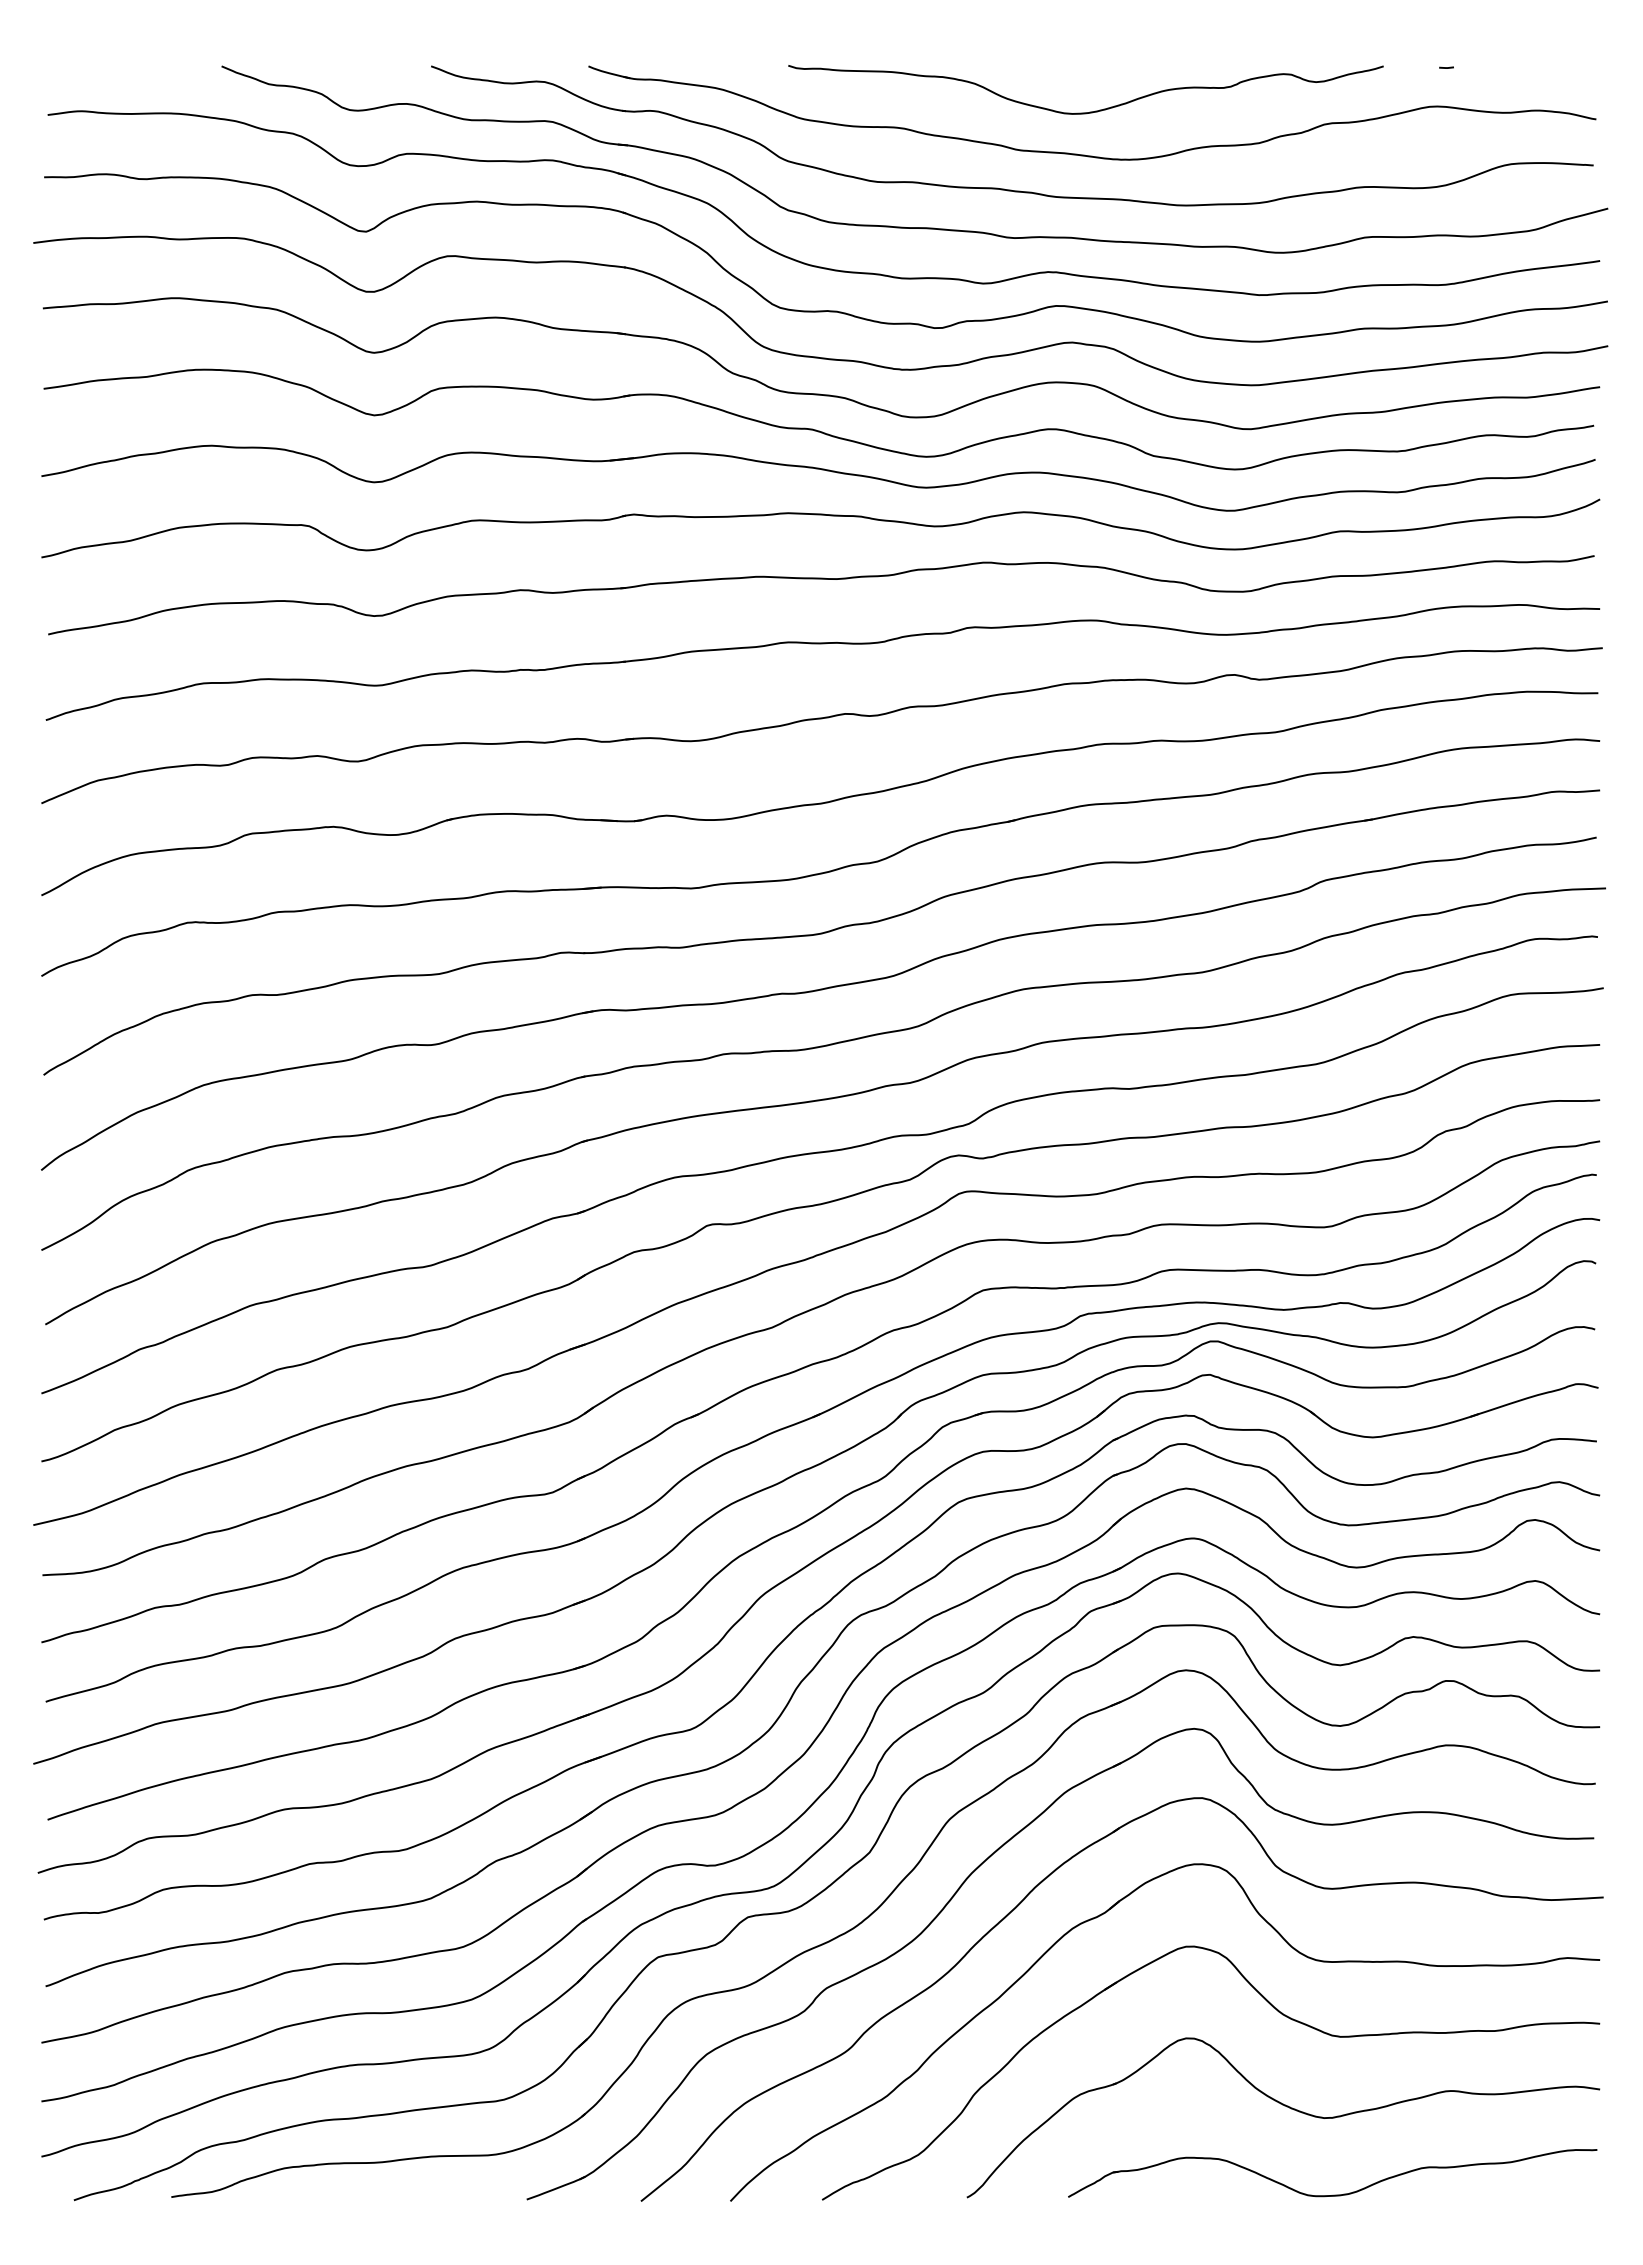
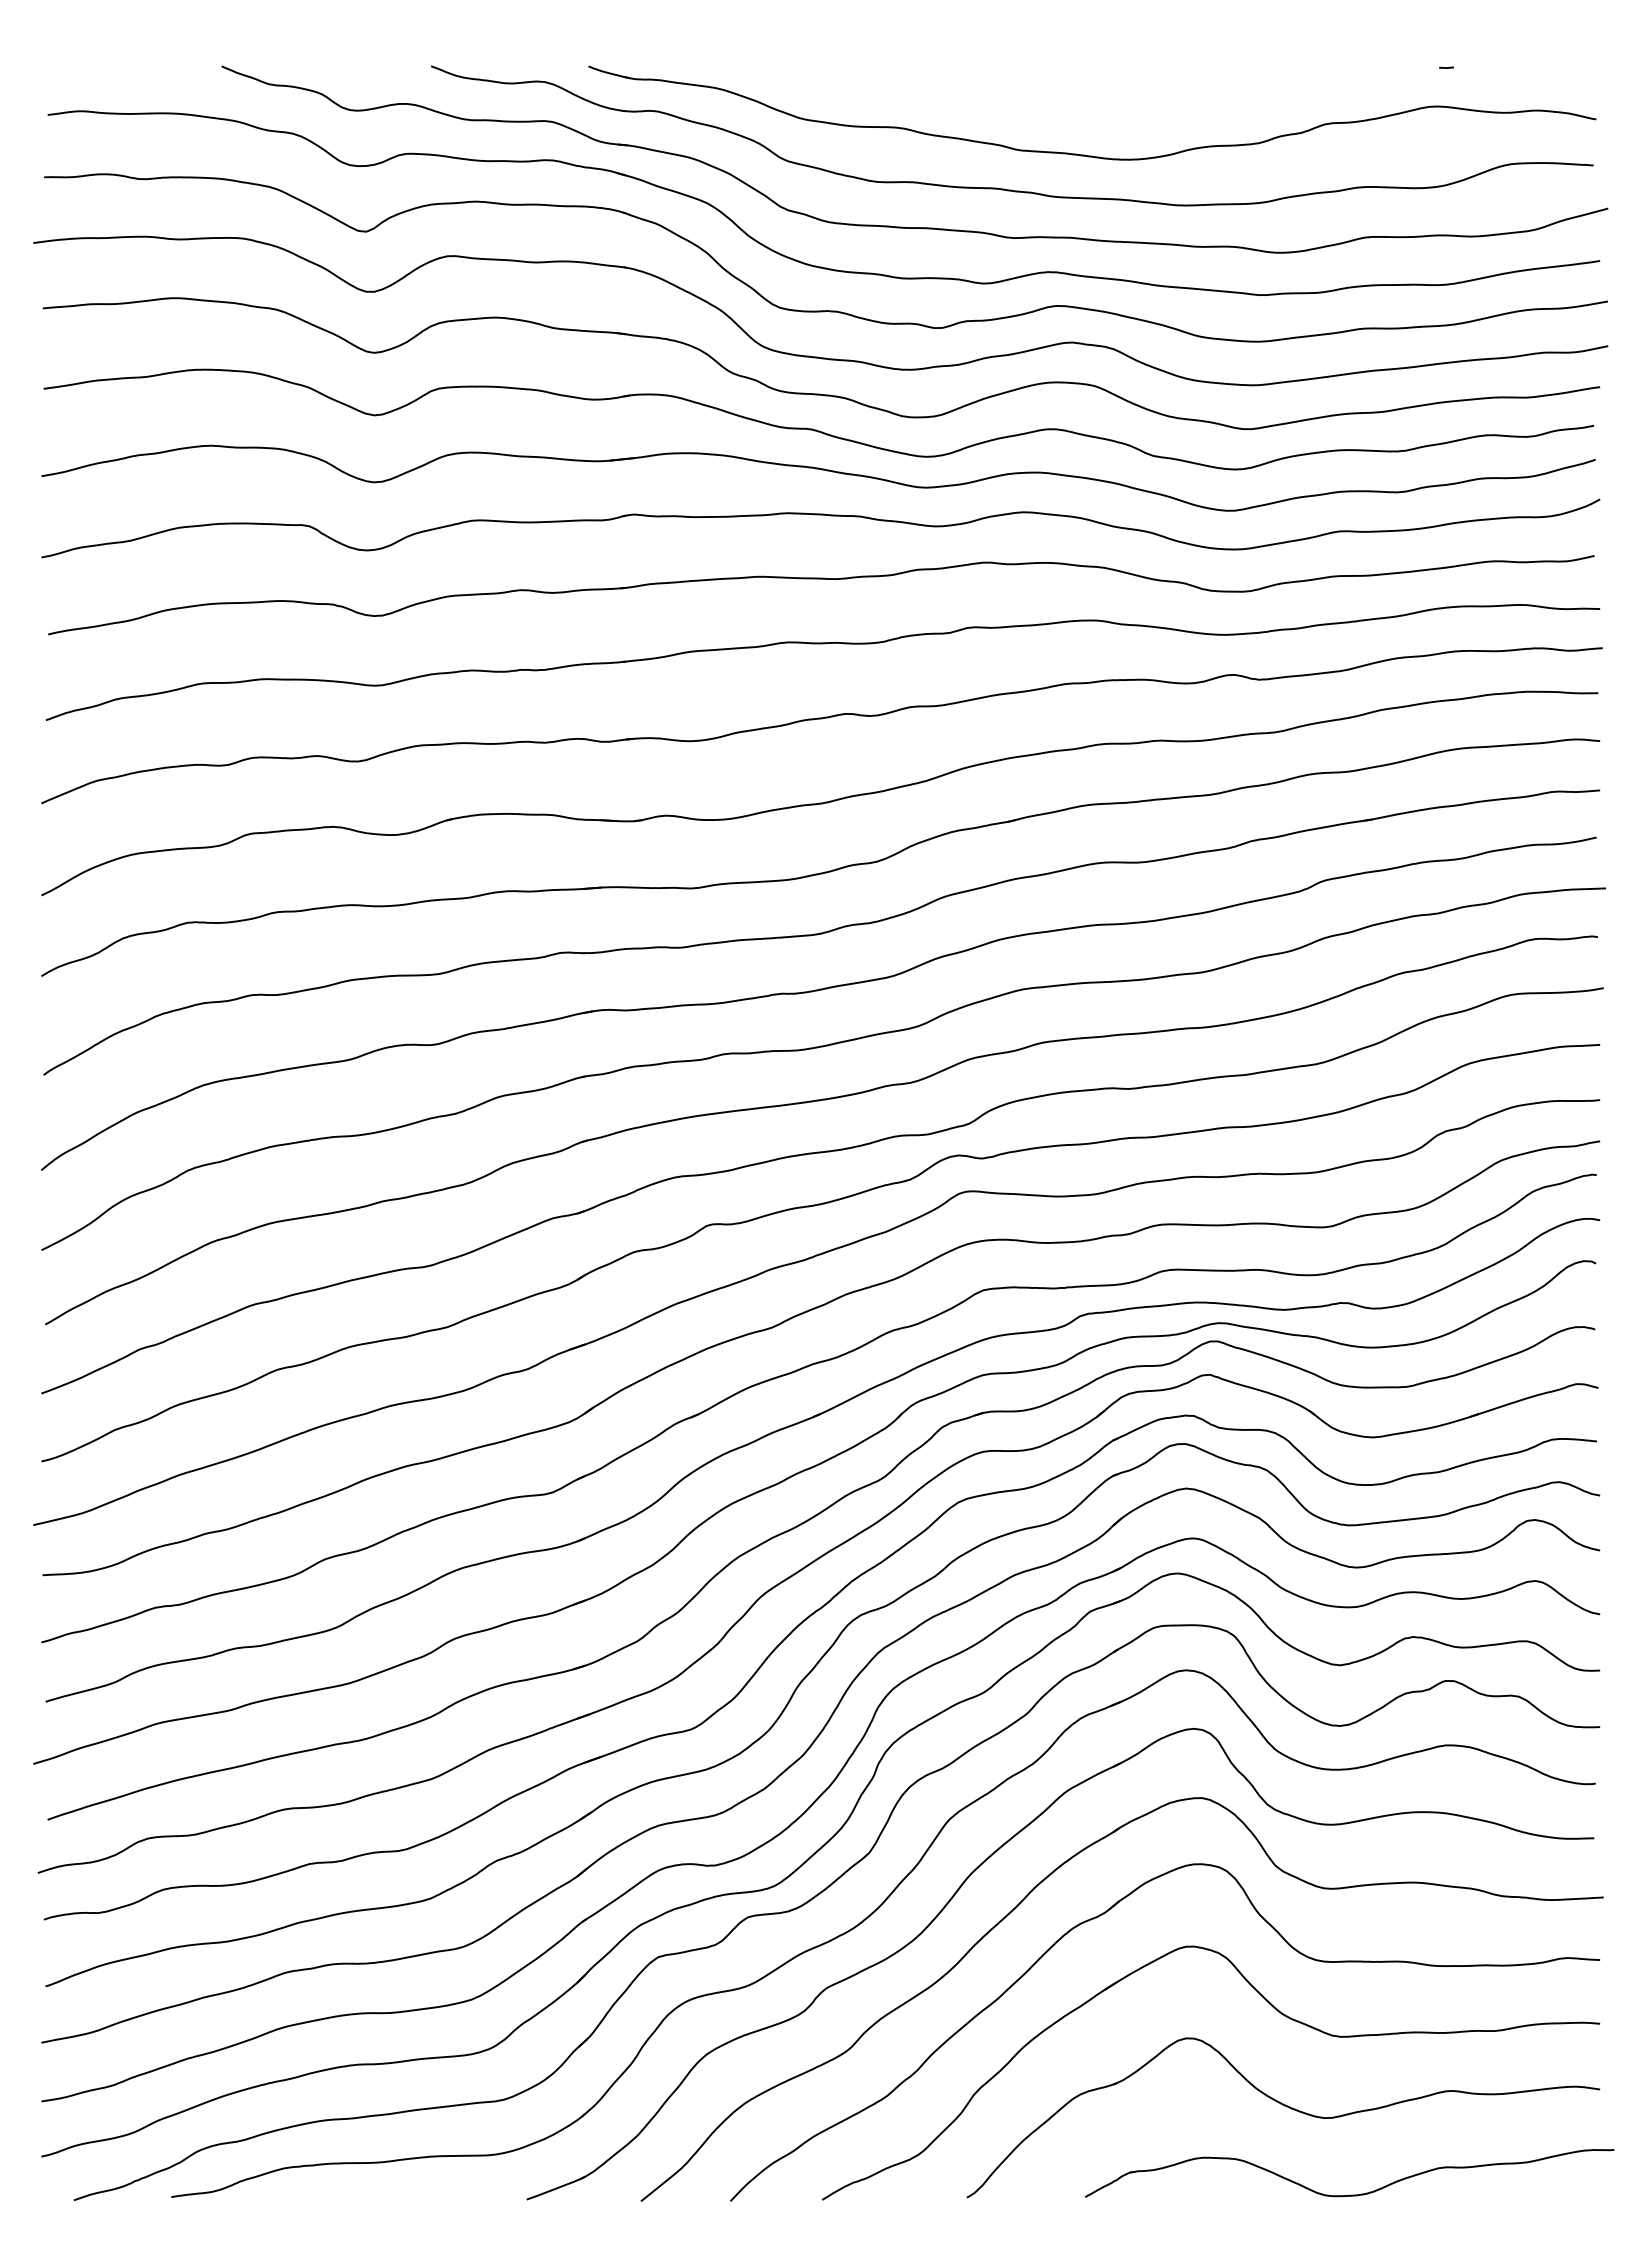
curve at (1089, 111): present -> none
part at (1333, 2194) position: (1333, 2194) -> (1350, 2194)
